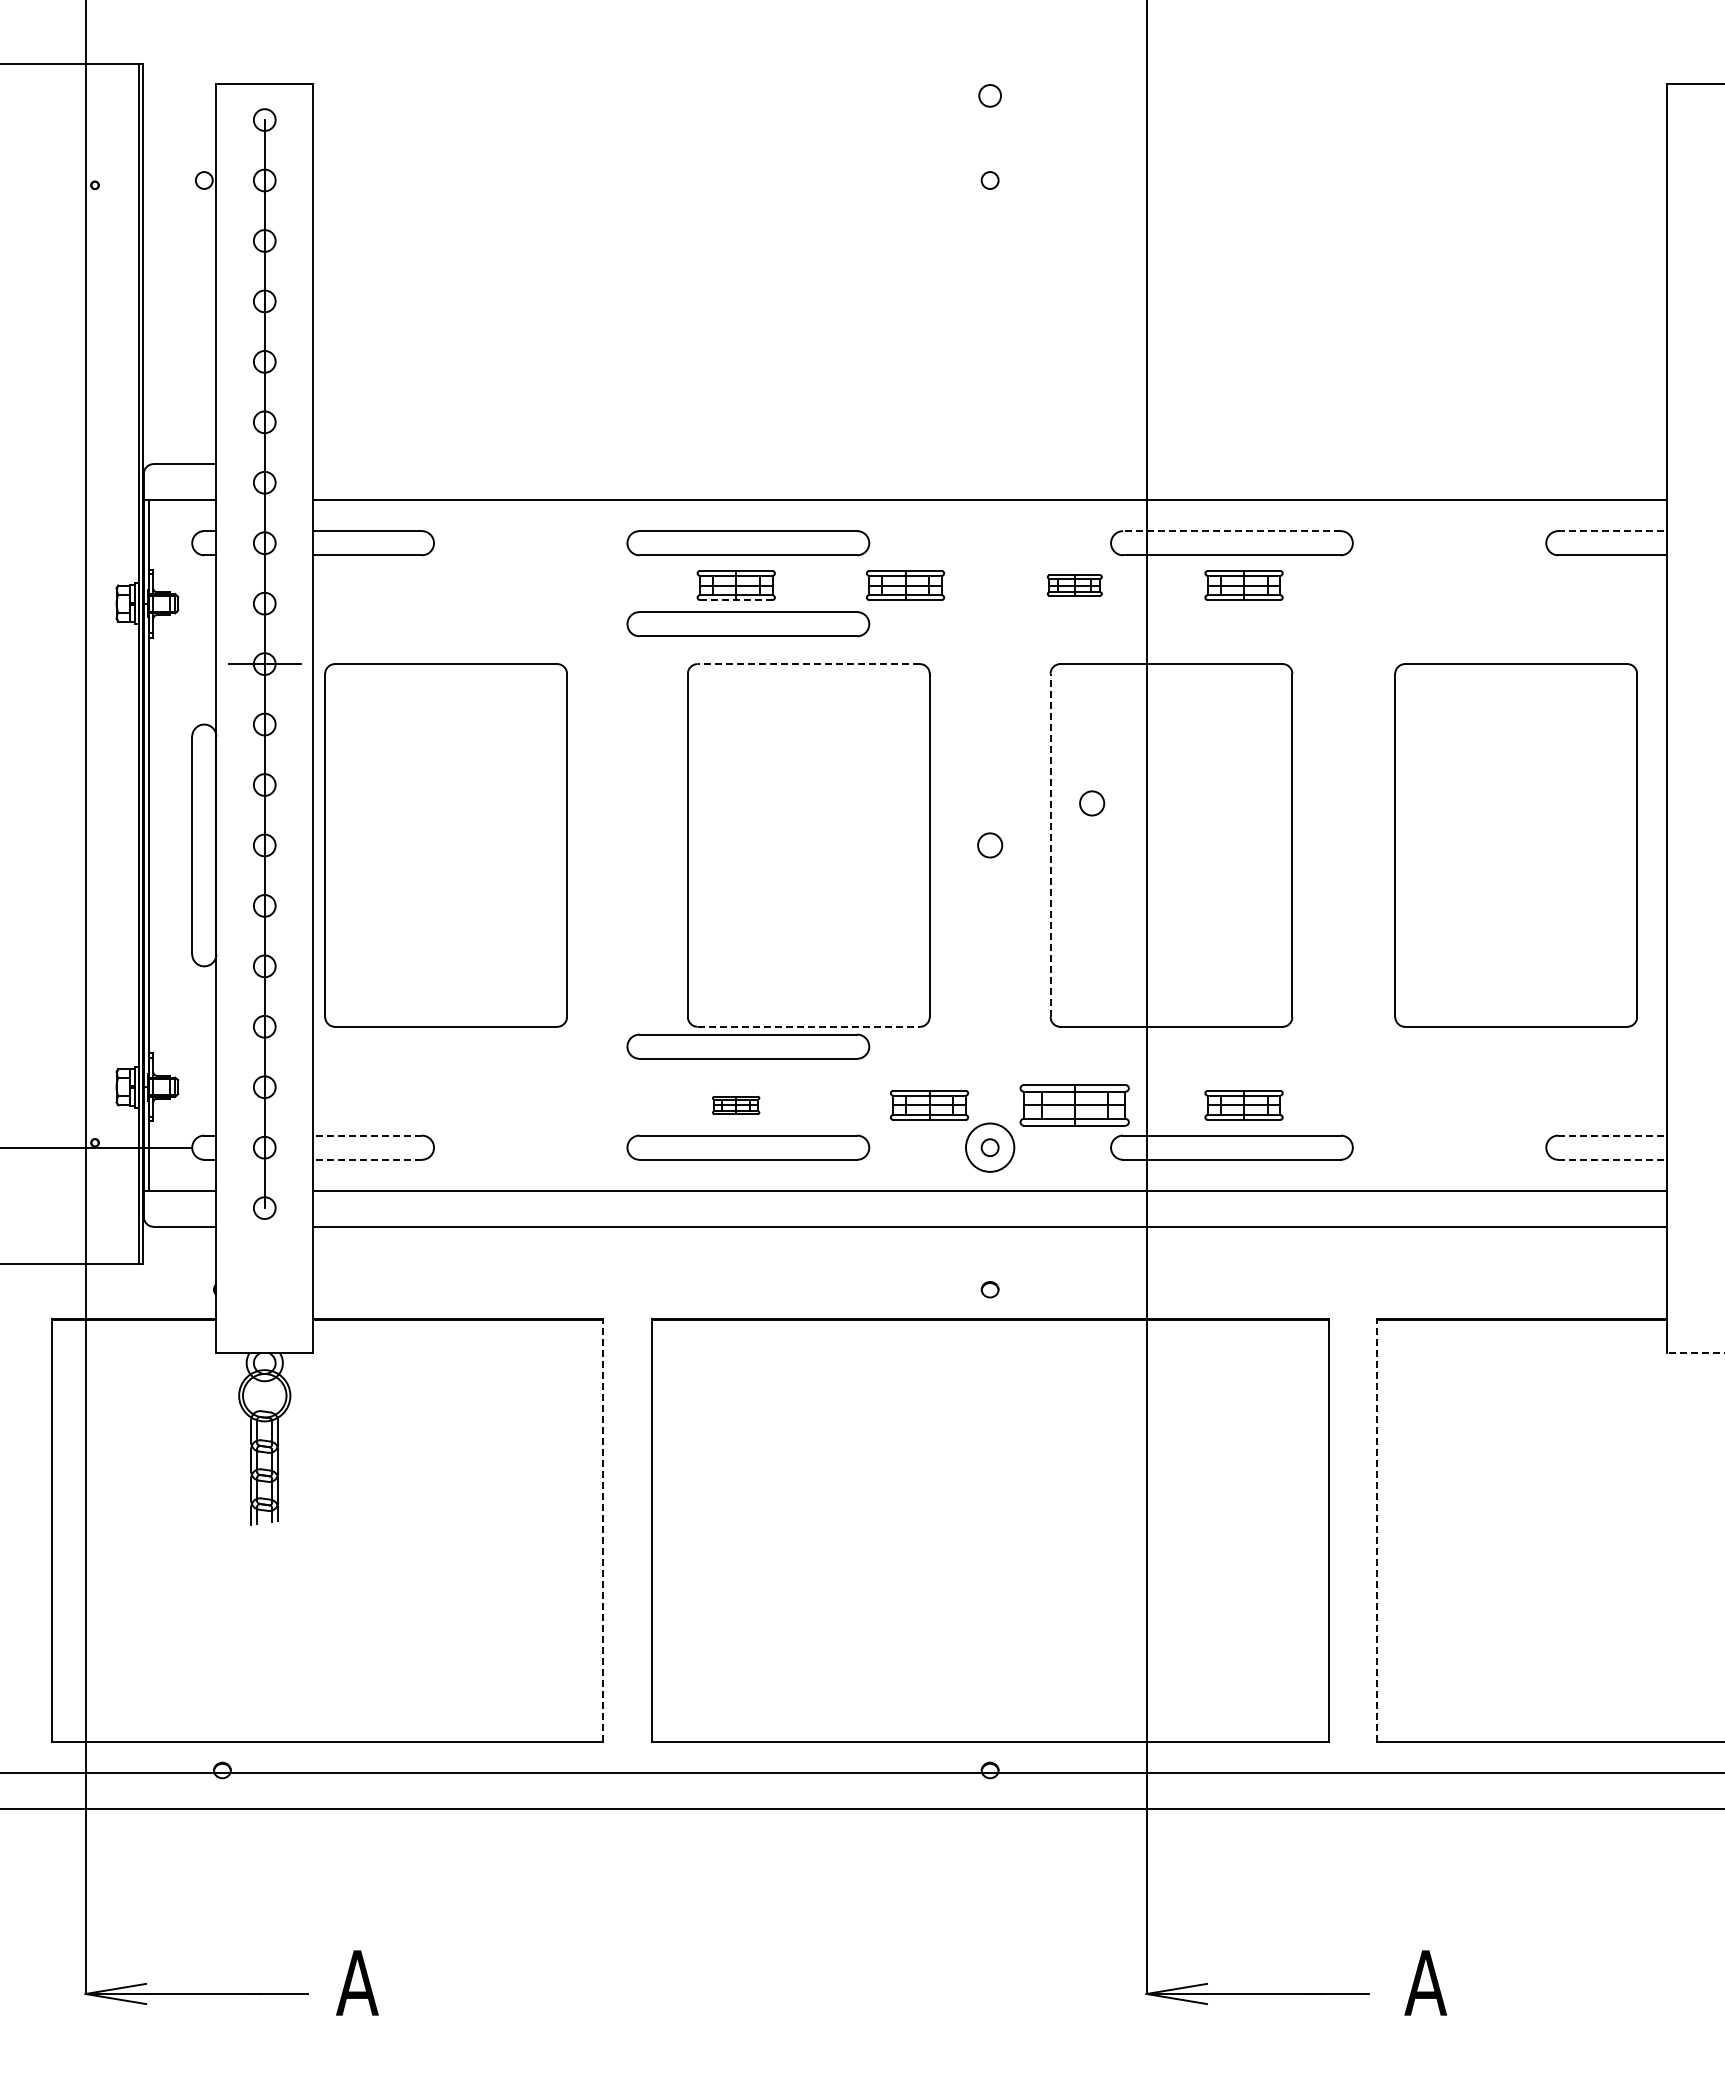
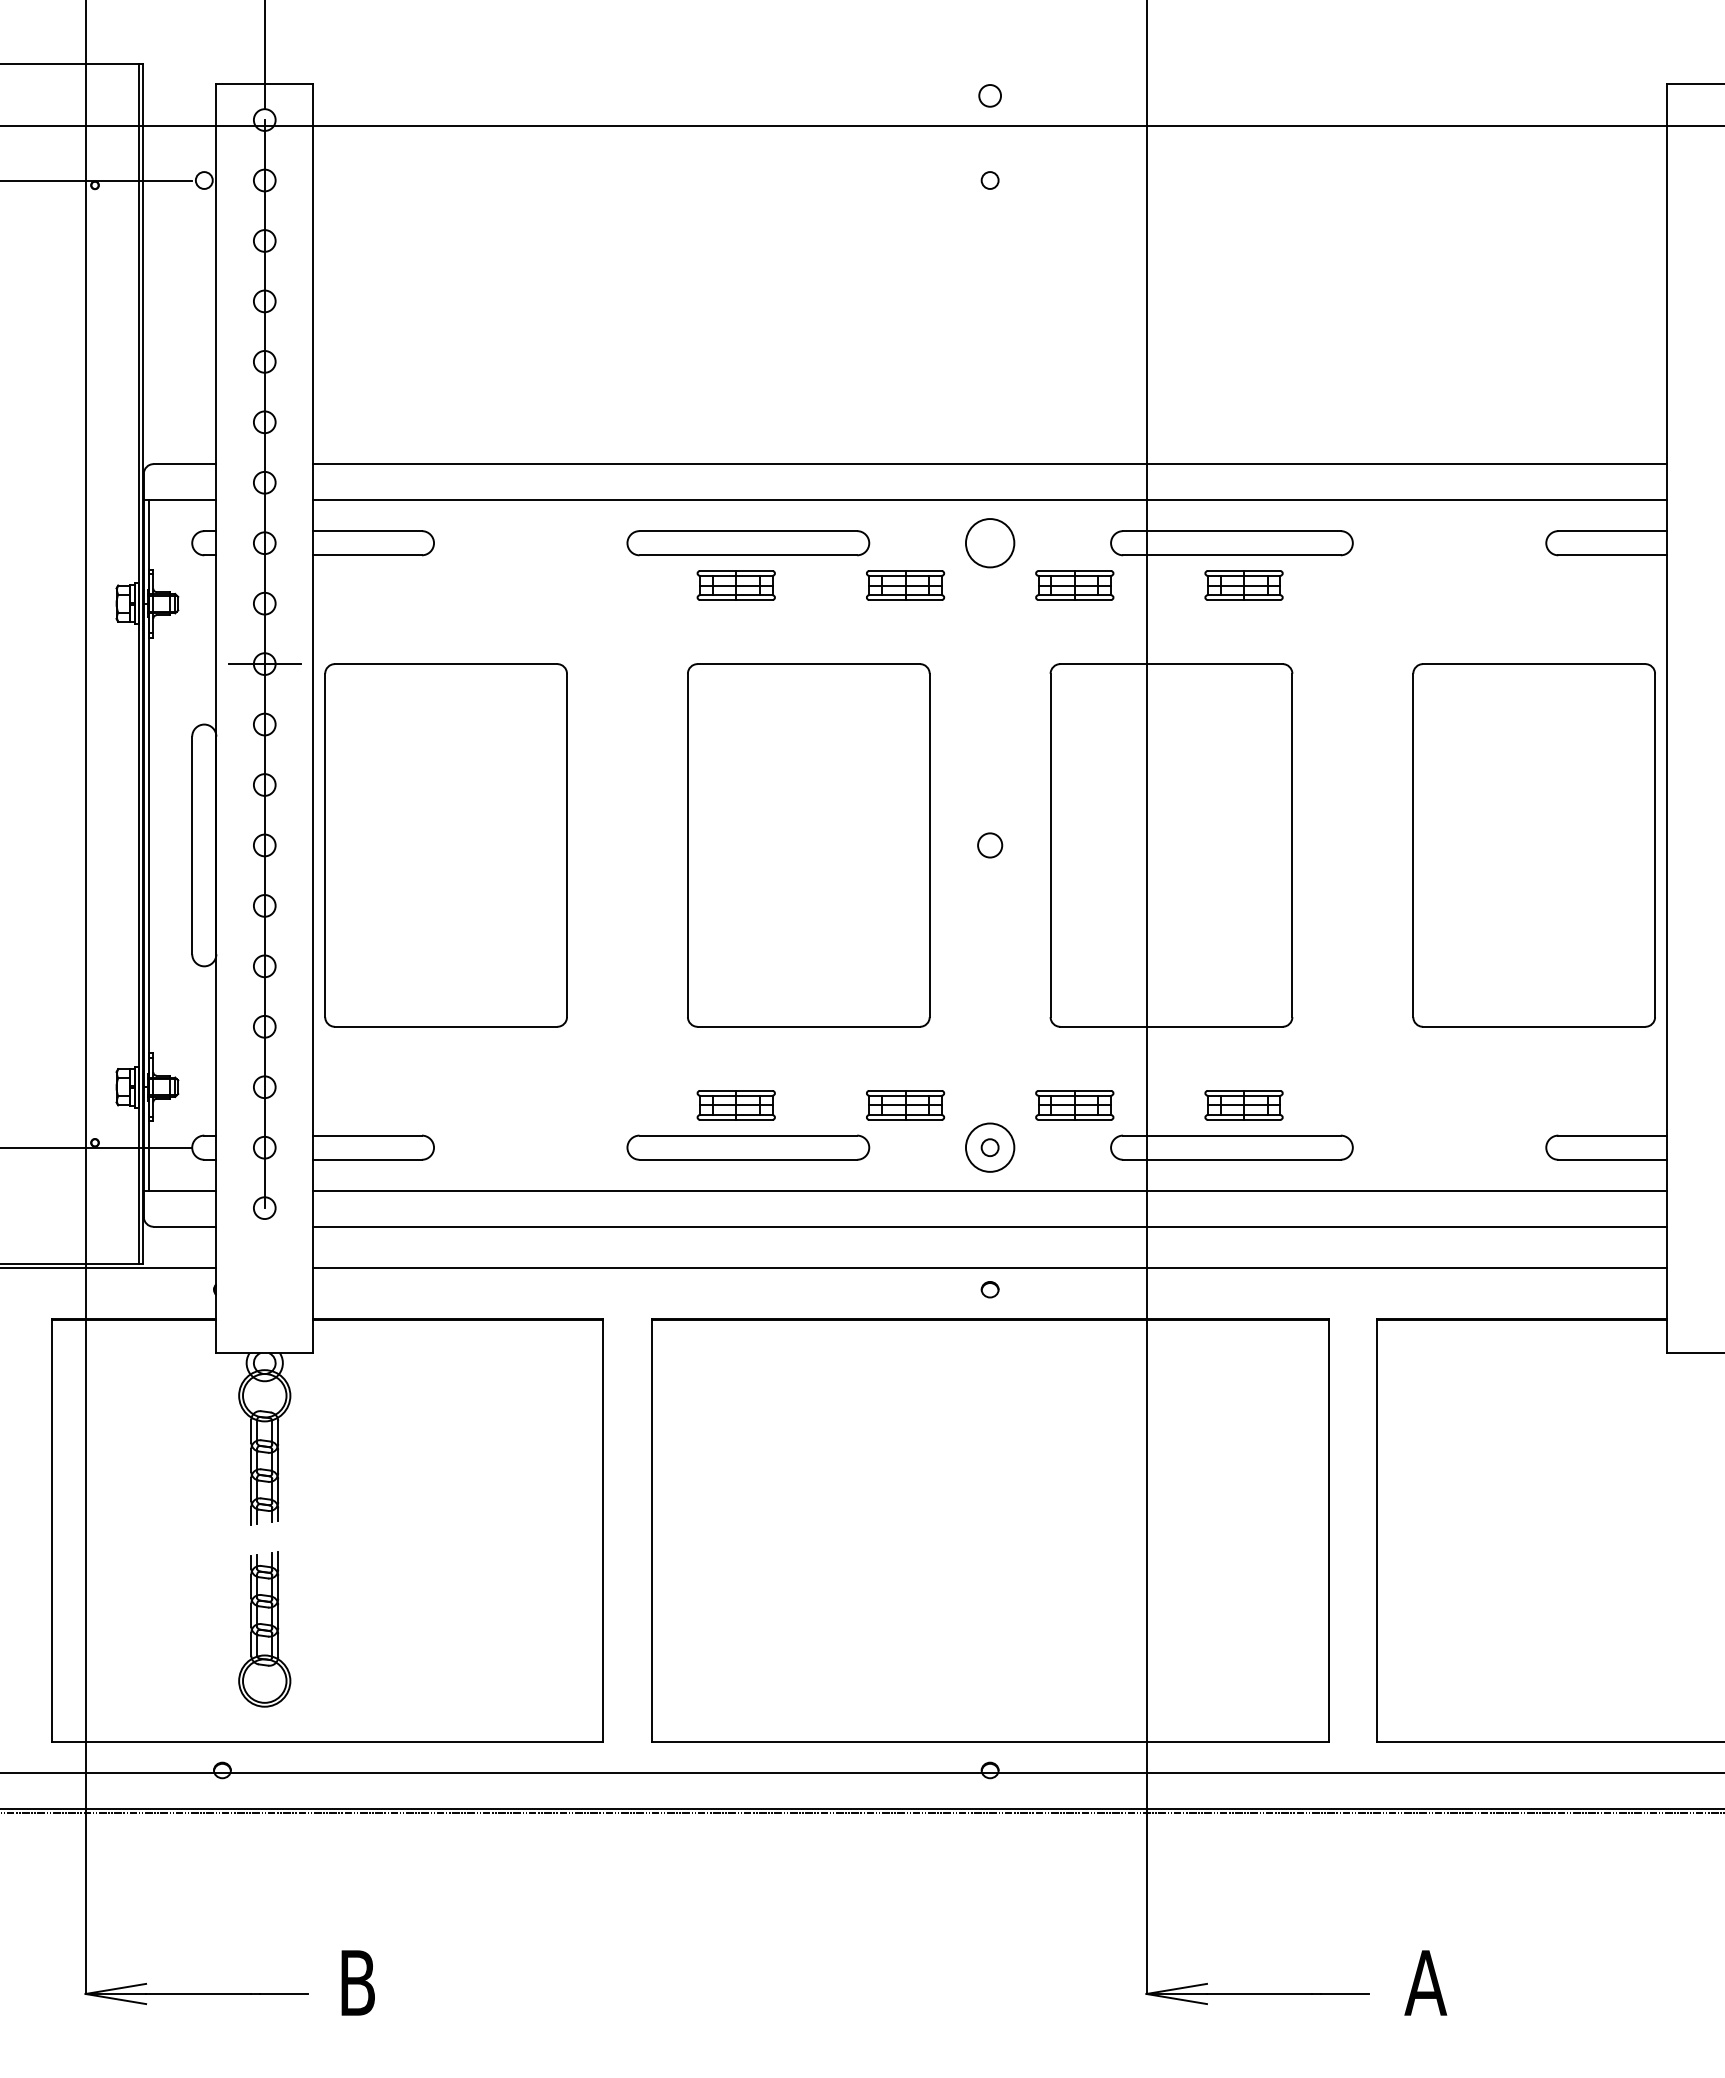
line at (264, 54): none -> present
line at (861, 126): none -> present
line at (97, 180): none -> present
line at (990, 464): none -> present
line at (1231, 531): dashed -> solid
line at (1613, 531): dashed -> solid
circle at (990, 543): none -> present
part at (1074, 585) size: 57x23 px -> 80x31 px
line at (736, 600): dashed -> solid
part at (748, 624): present -> none
line at (808, 664): dashed -> solid
circle at (1092, 803): present -> none
line at (1050, 845): dashed -> solid
part at (1515, 845) position: (1515, 845) -> (1533, 845)
line at (809, 1026): dashed -> solid
part at (748, 1046): present -> none
part at (736, 1104) size: 49x20 px -> 80x31 px
part at (929, 1105) position: (929, 1105) -> (905, 1105)
part at (1074, 1105) size: 111x43 px -> 80x31 px
line at (367, 1135): dashed -> solid
line at (1613, 1135): dashed -> solid
line at (367, 1159): dashed -> solid
line at (1613, 1159): dashed -> solid
line at (109, 1268): none -> present
line at (990, 1268): none -> present
line at (1695, 1353): dashed -> solid
line at (603, 1529): dashed -> solid
line at (1377, 1529): dashed -> solid
part at (264, 1629): none -> present
line at (861, 1812): none -> present
text at (357, 1982): A -> B
